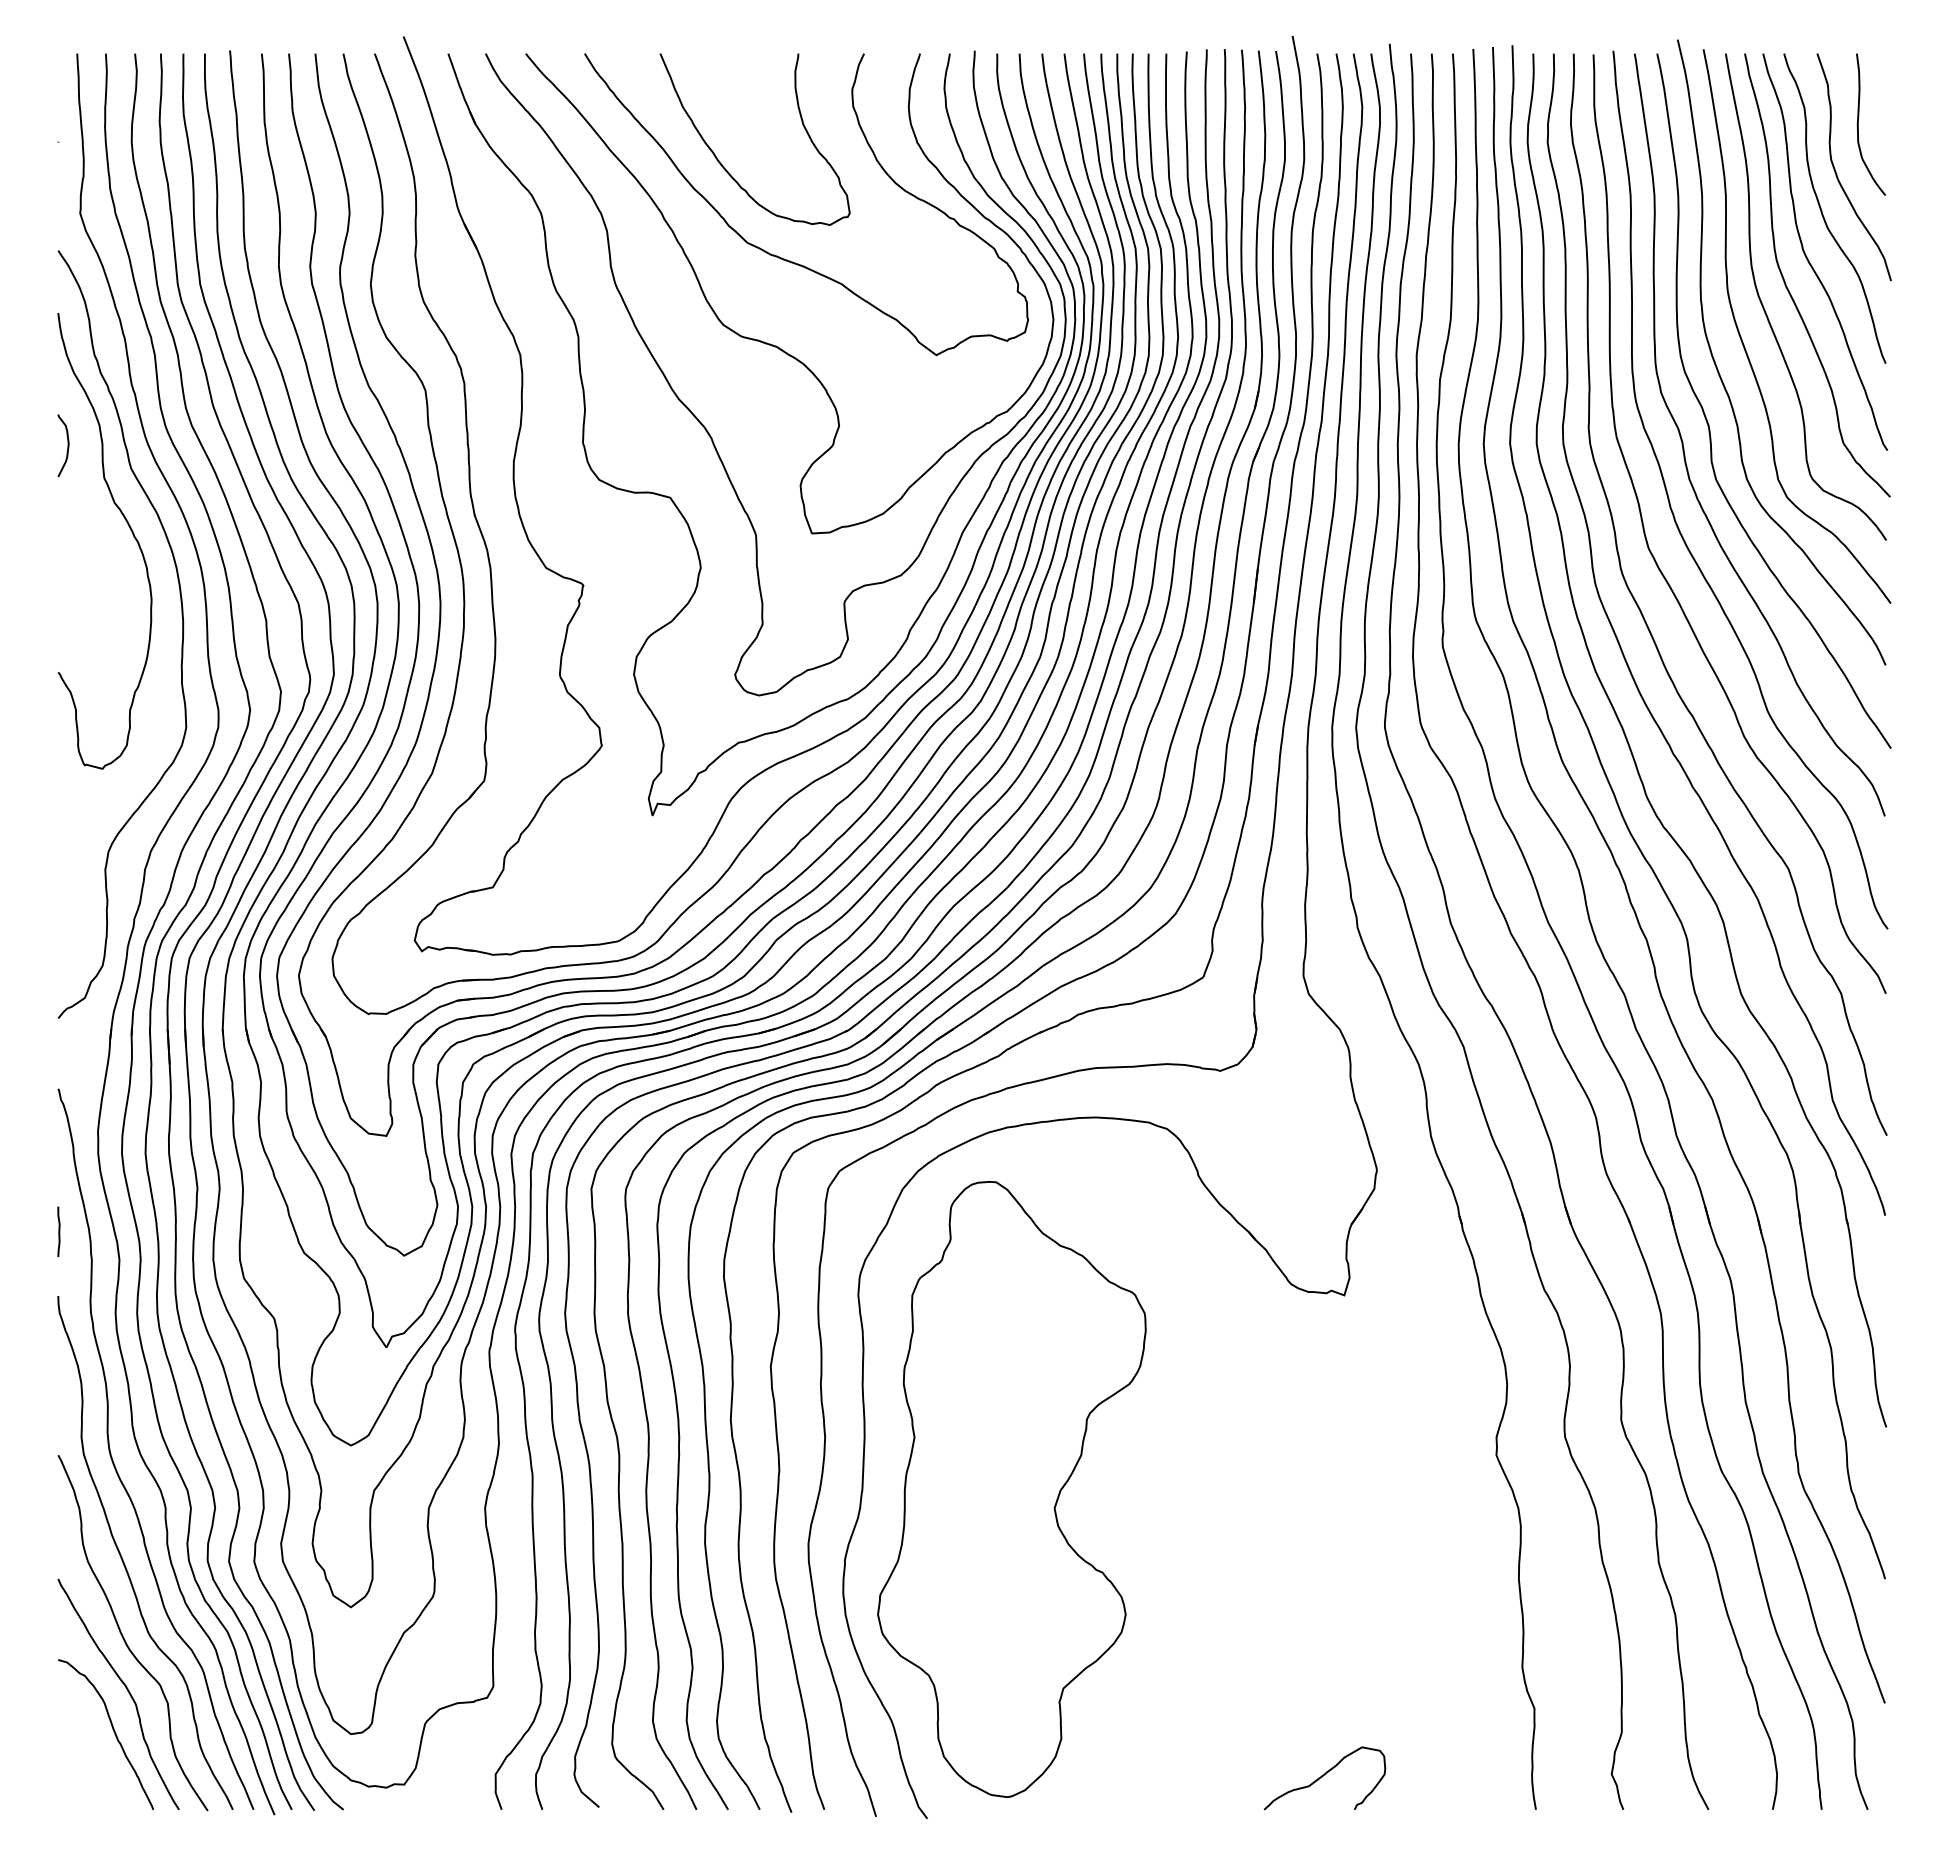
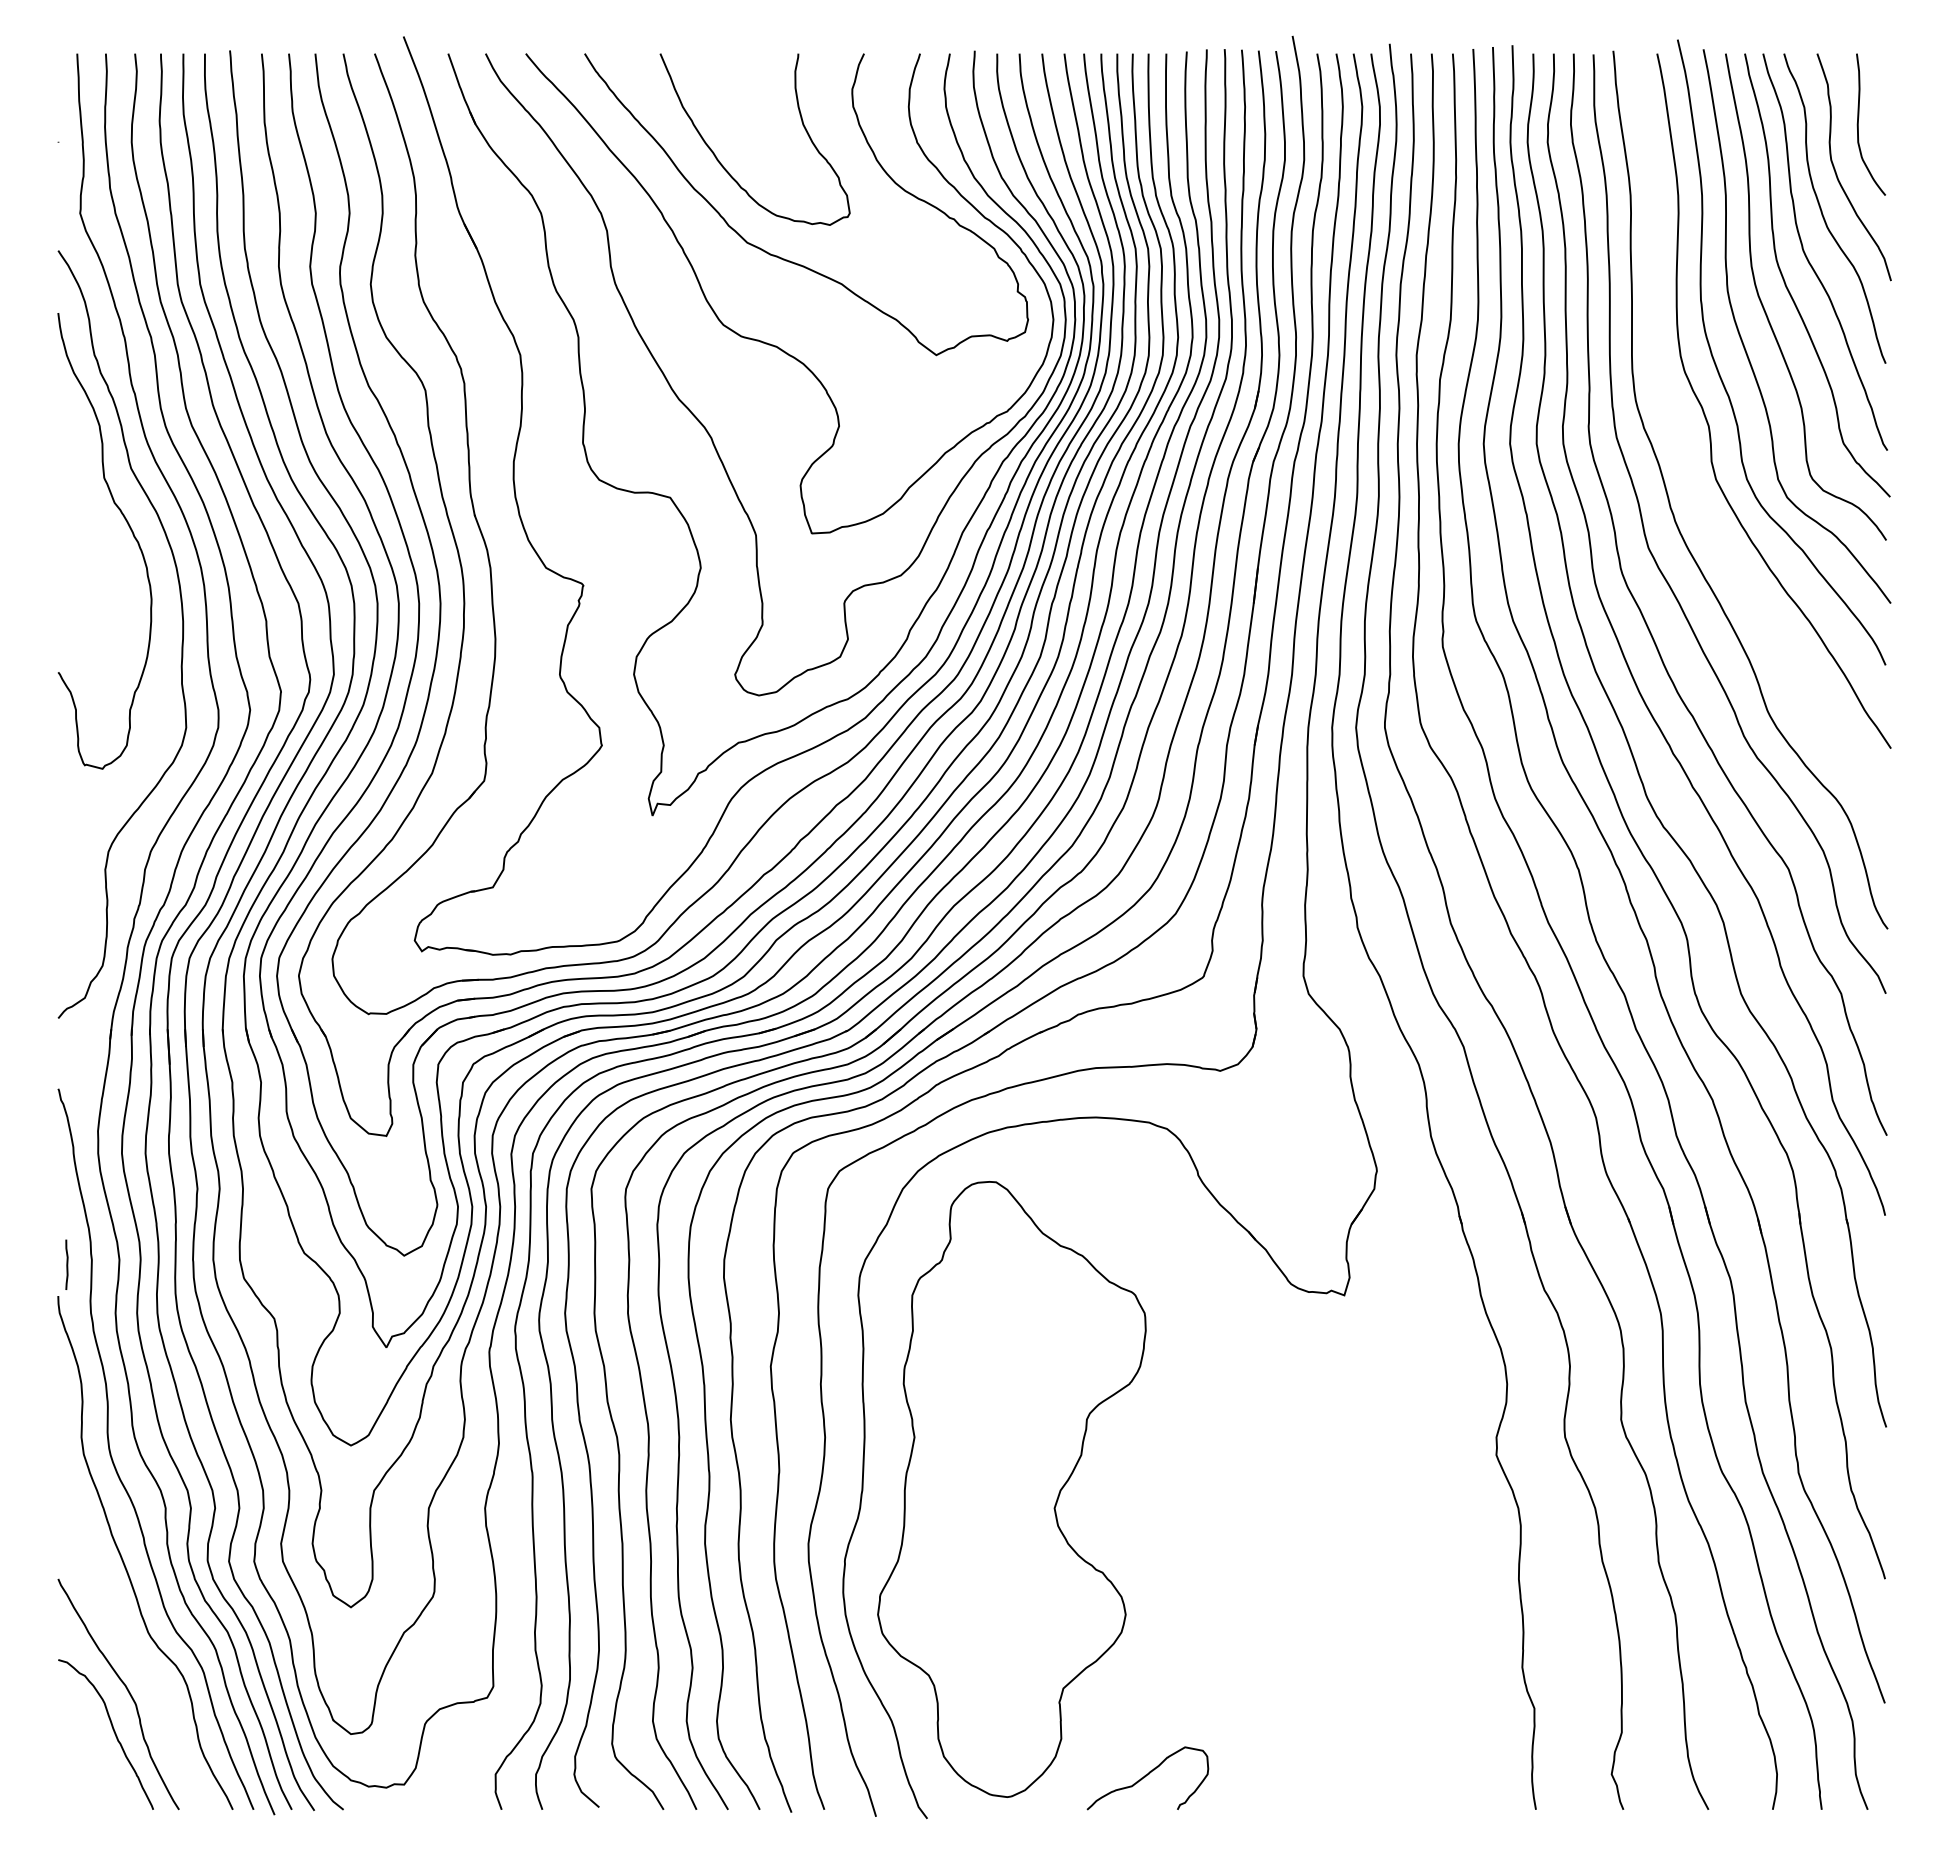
curve at (67, 445): present -> none
curve at (1684, 448): present -> none
line at (58, 1231) position: (58, 1231) -> (66, 1264)
curve at (124, 1637): present -> none
curve at (1323, 1776) position: (1323, 1776) -> (1146, 1776)
